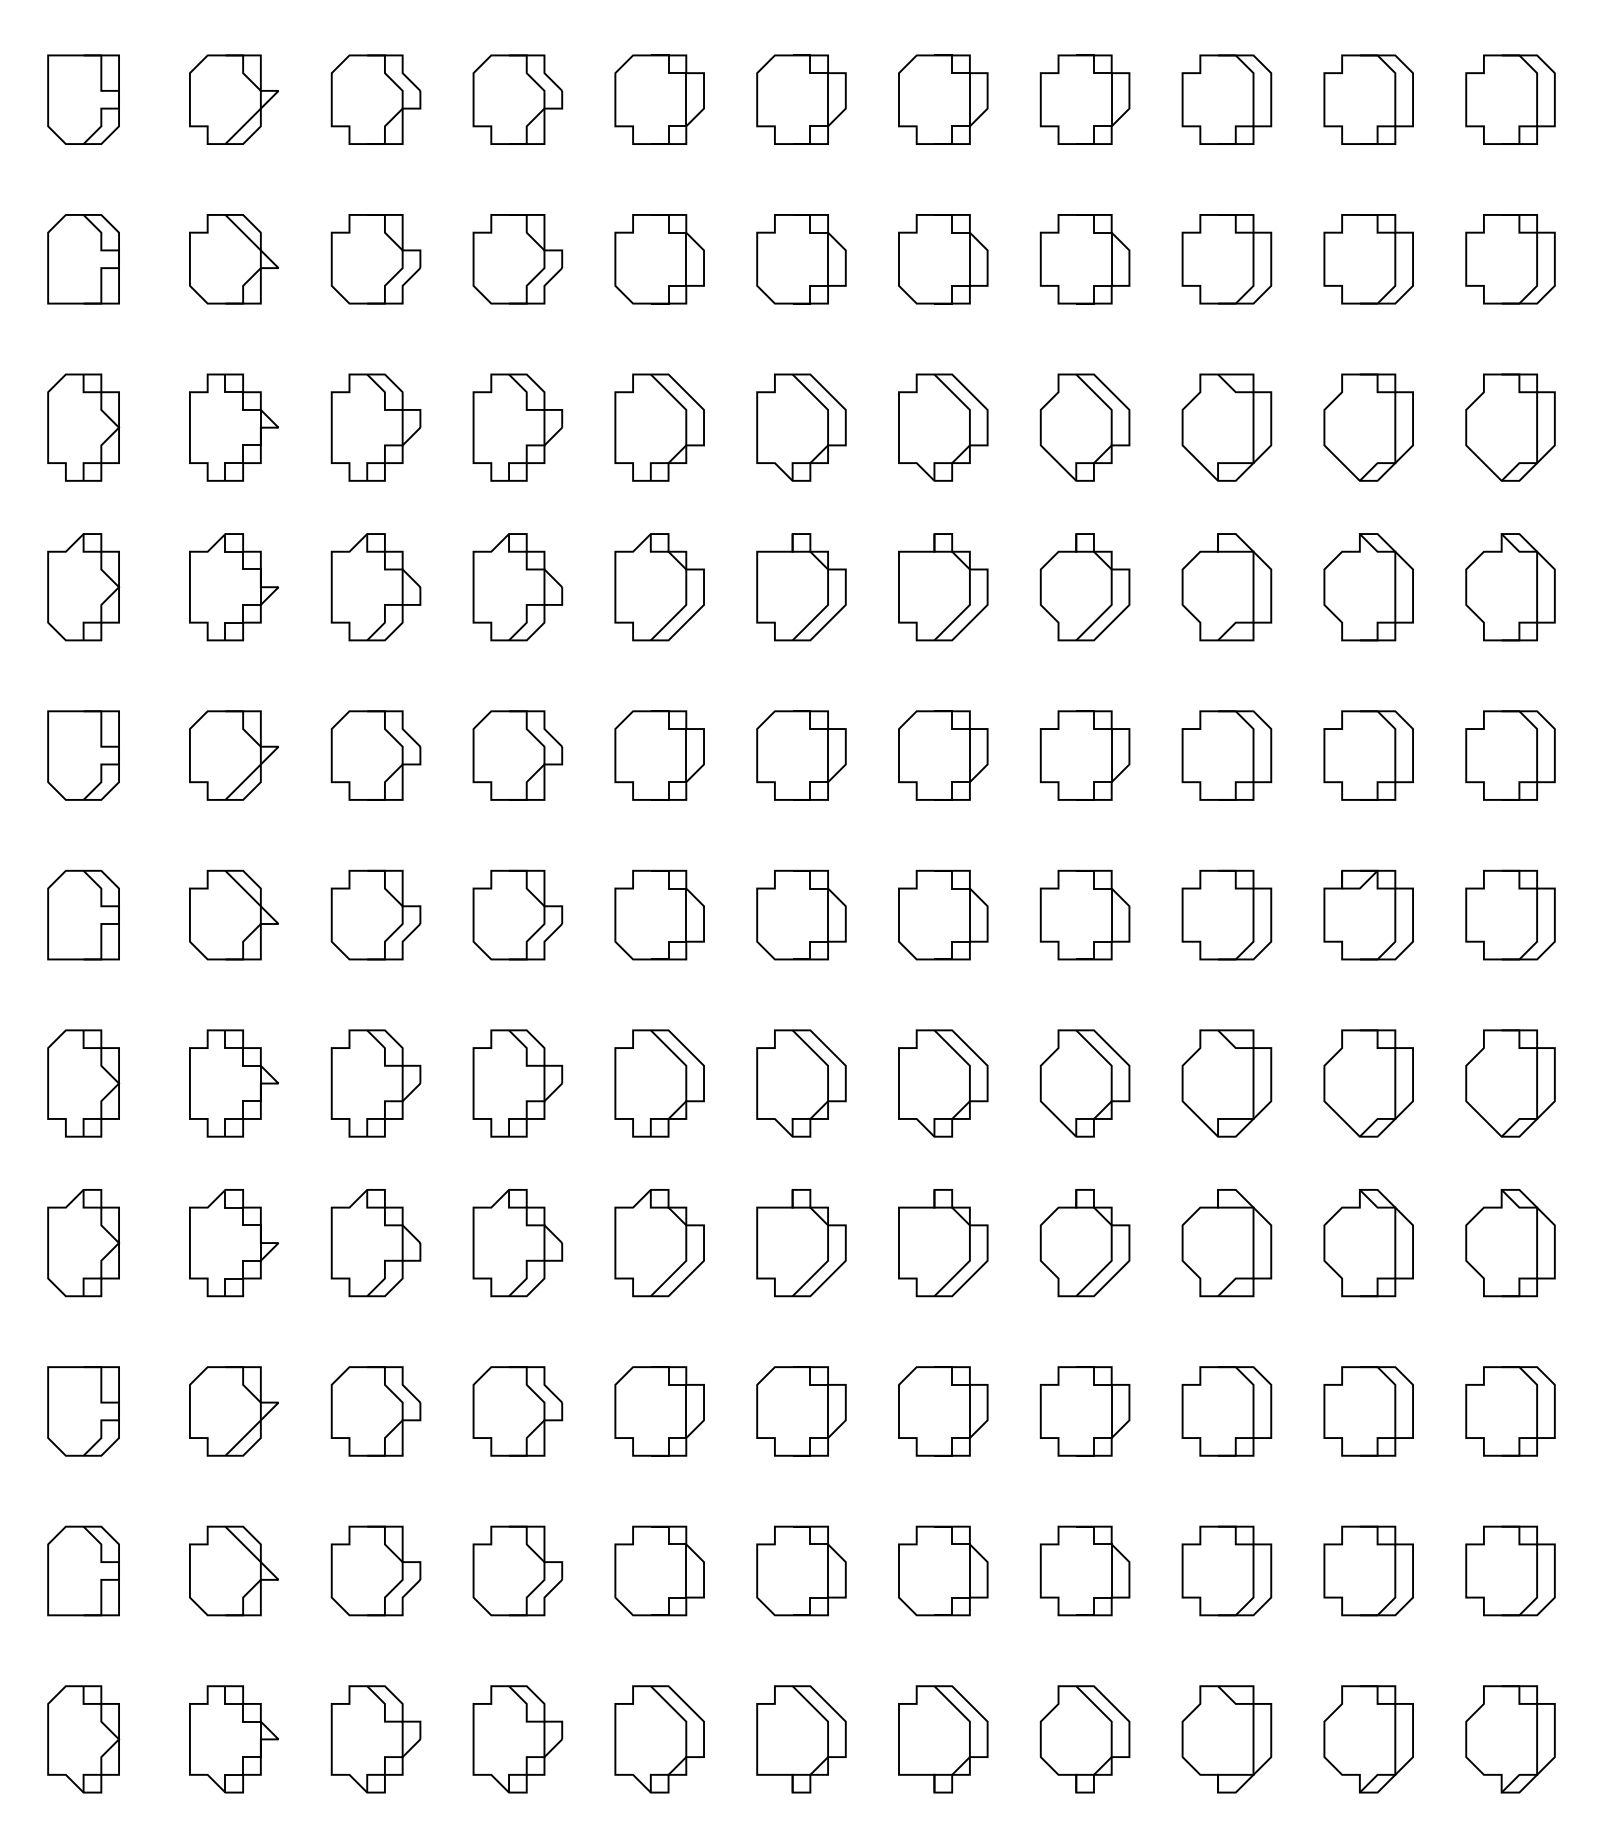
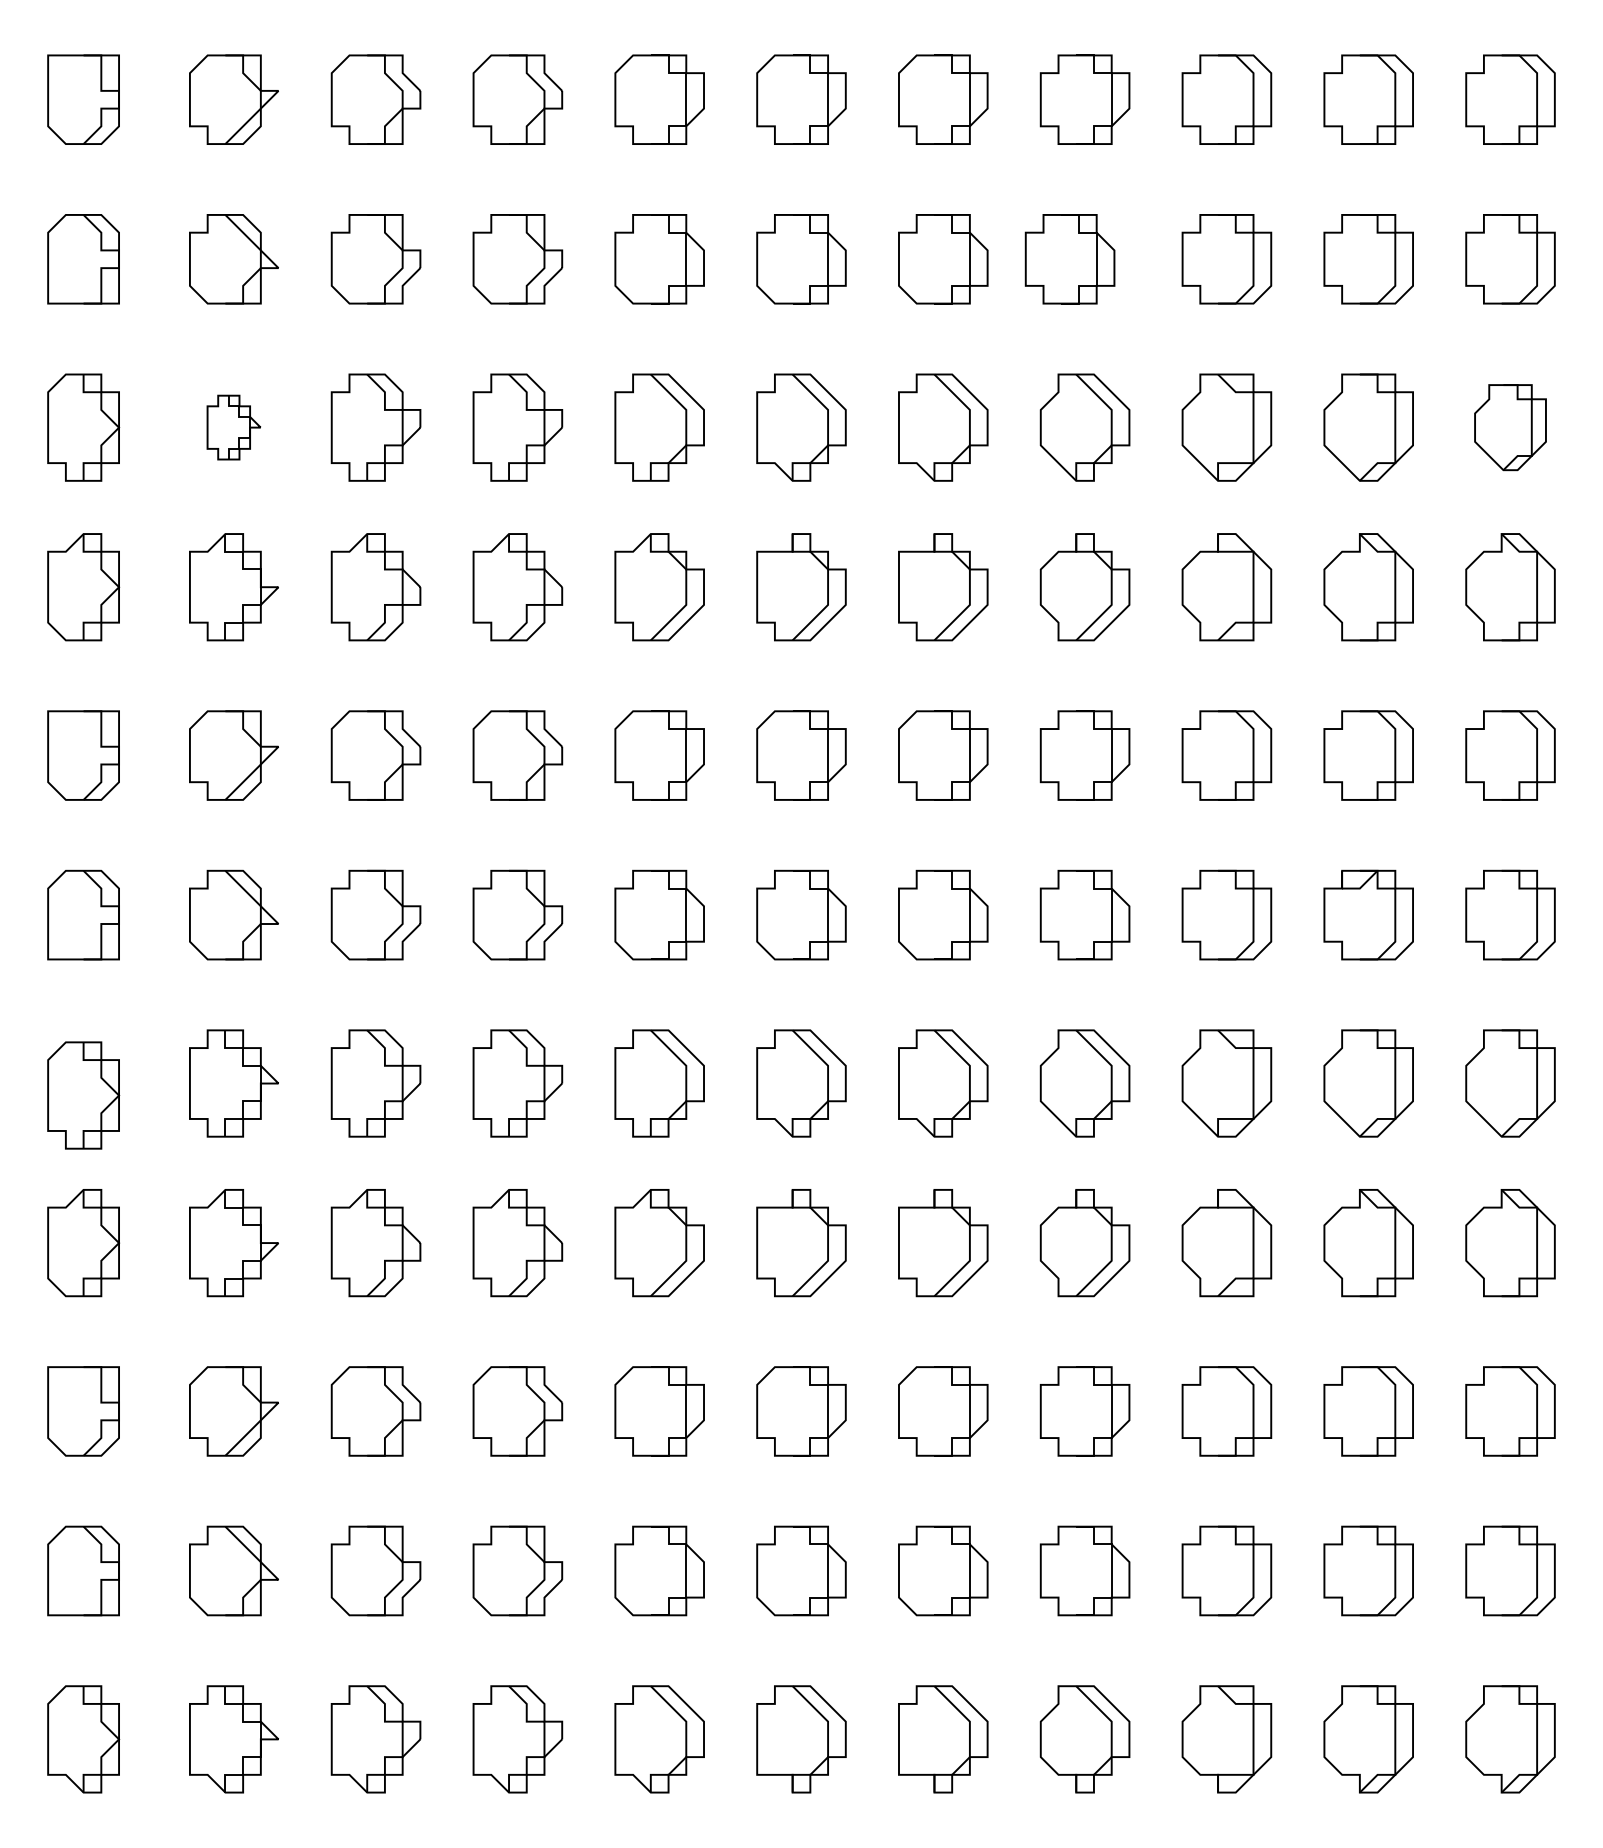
part at (1084, 259) position: (1084, 259) -> (1069, 259)
part at (233, 427) size: 90x109 px -> 56x67 px
part at (1510, 427) size: 91x109 px -> 73x88 px
part at (83, 1083) position: (83, 1083) -> (83, 1095)
